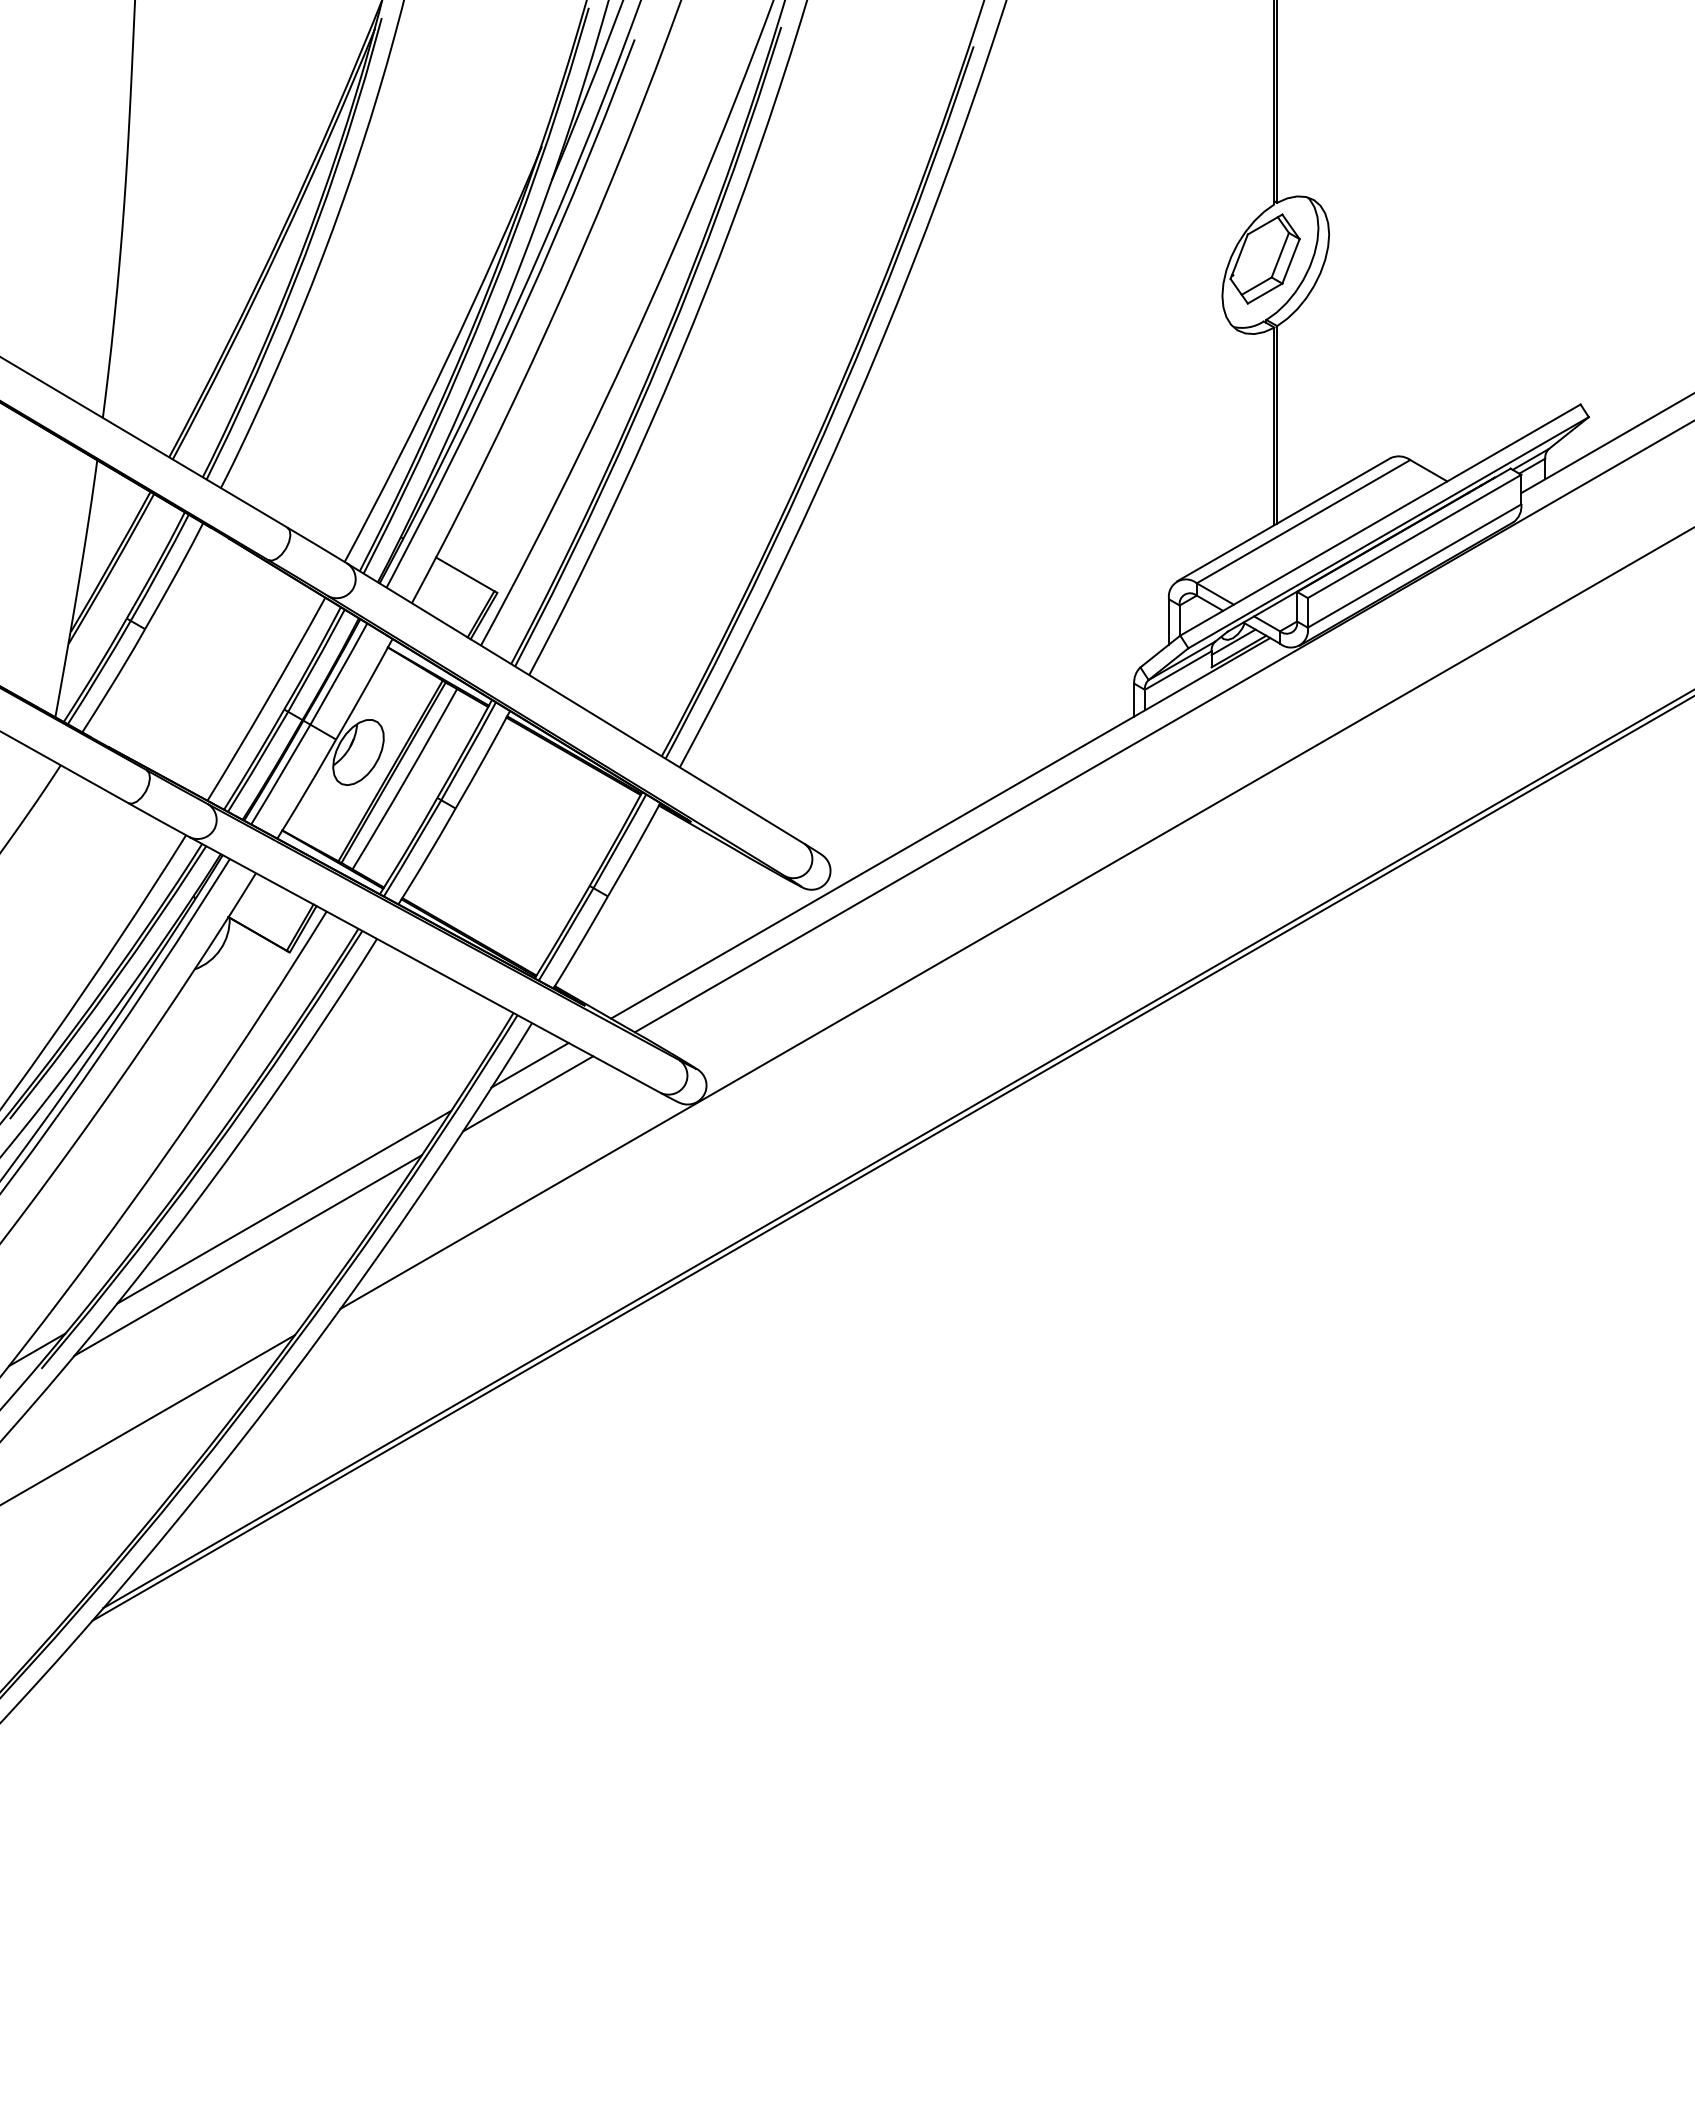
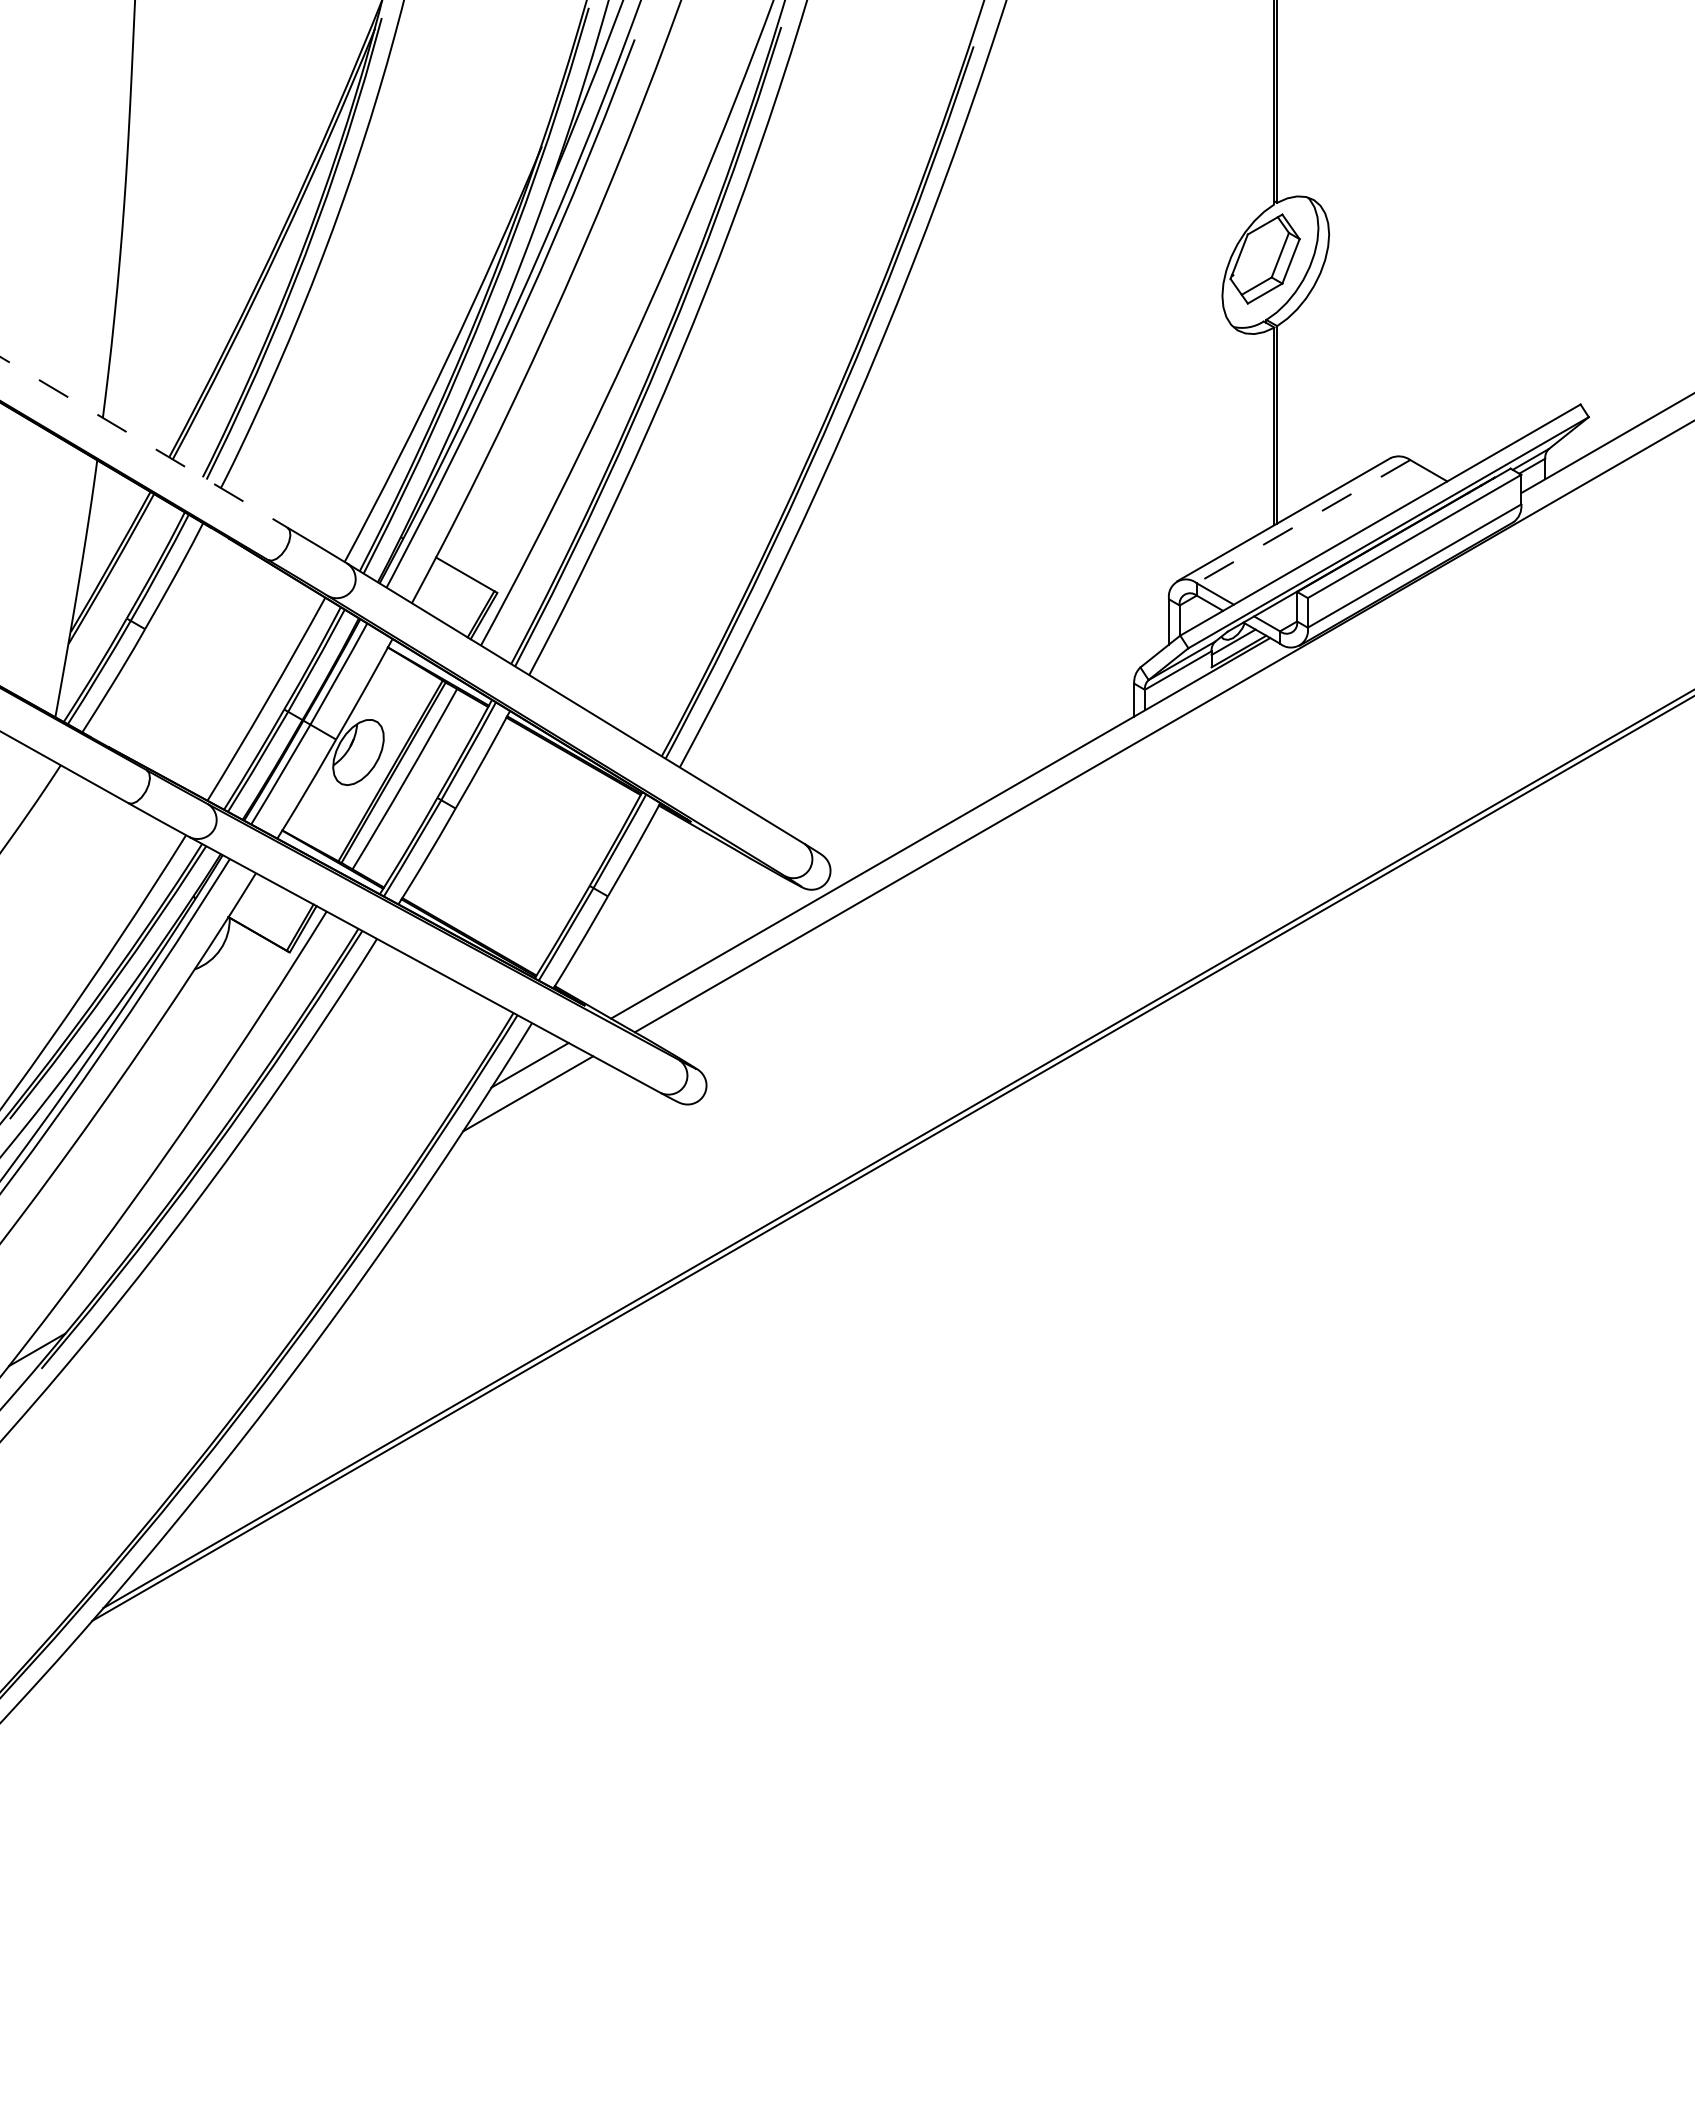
line at (143, 442): solid -> dashed
line at (1303, 521): solid -> dashed
line at (1015, 919): present -> none
line at (284, 1206): present -> none
line at (247, 1255): present -> none
line at (148, 1419): present -> none
